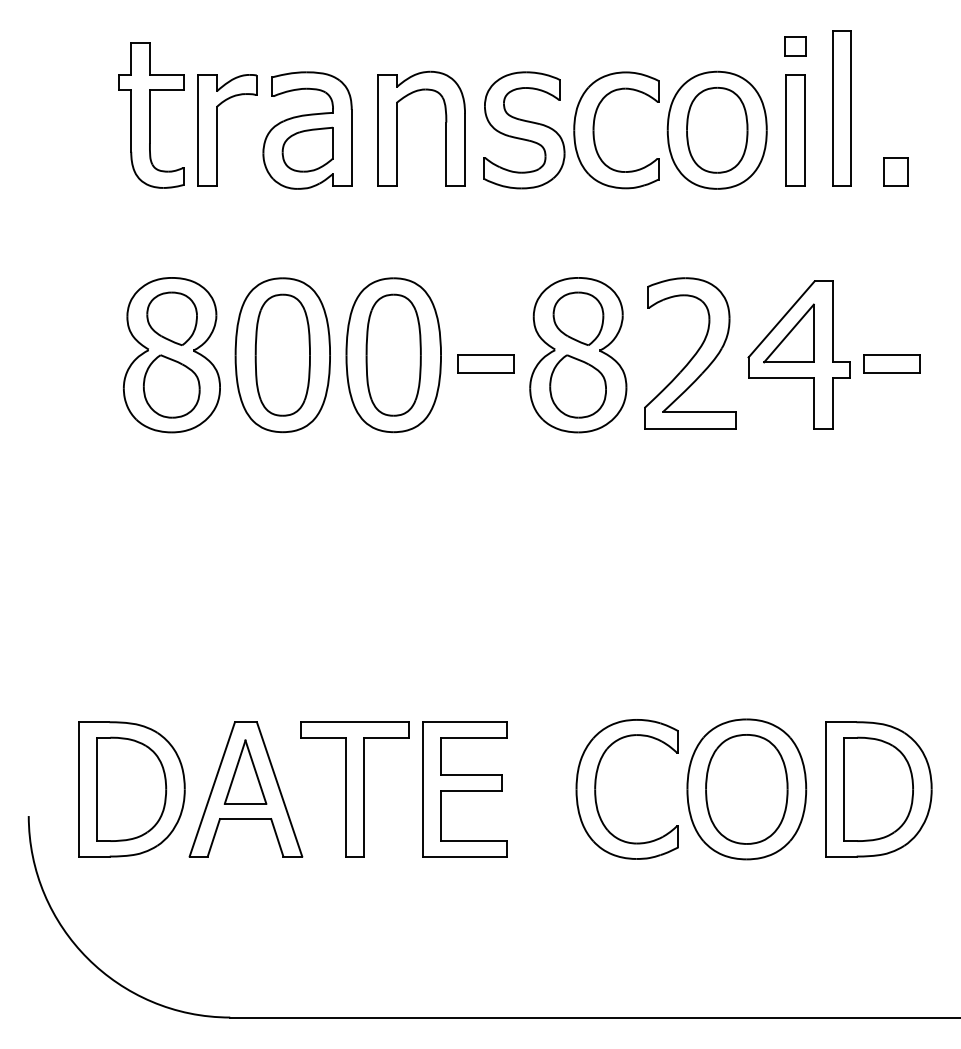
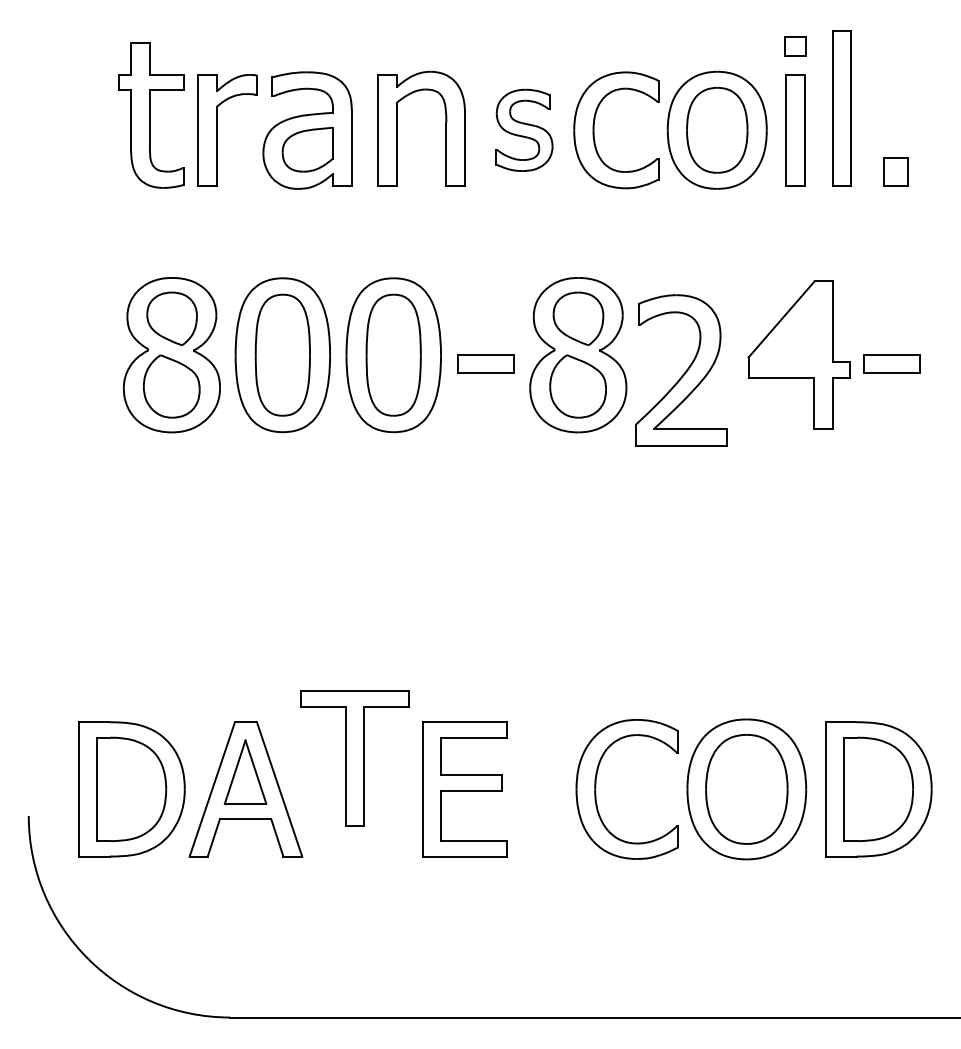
part at (524, 130) size: 83x119 px -> 59x84 px
part at (788, 333): present -> none
part at (690, 353) position: (690, 353) -> (681, 370)
part at (354, 789) position: (354, 789) -> (354, 758)
